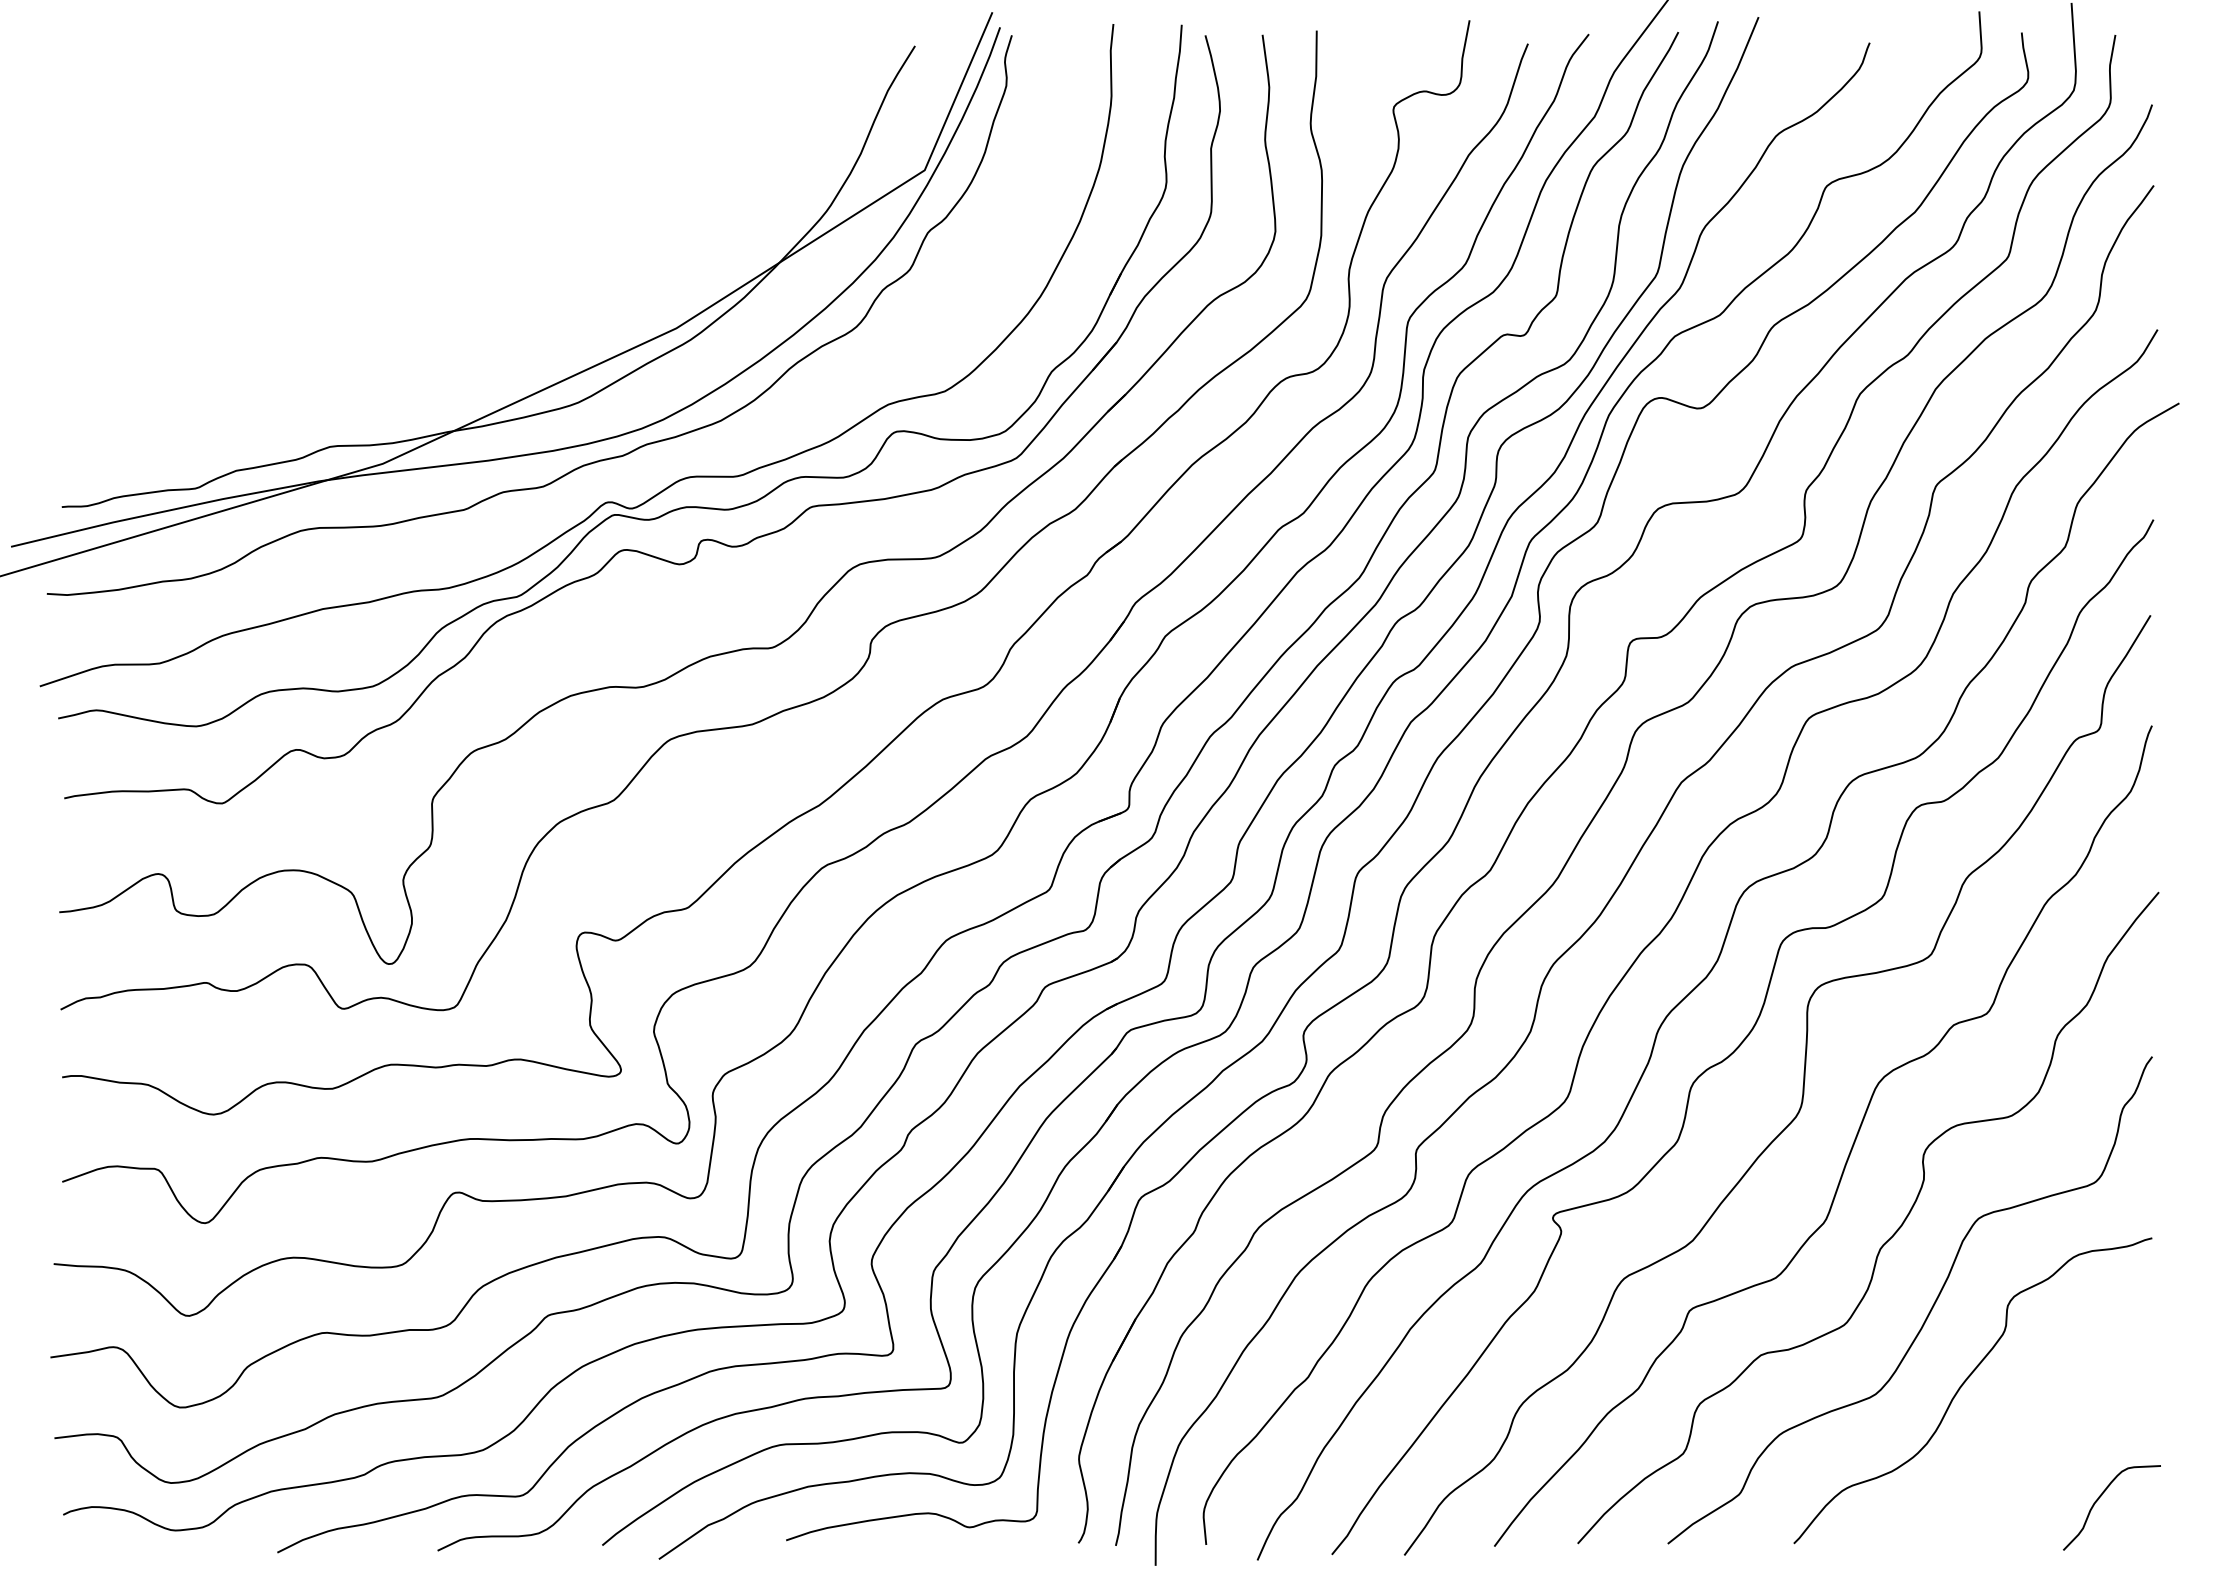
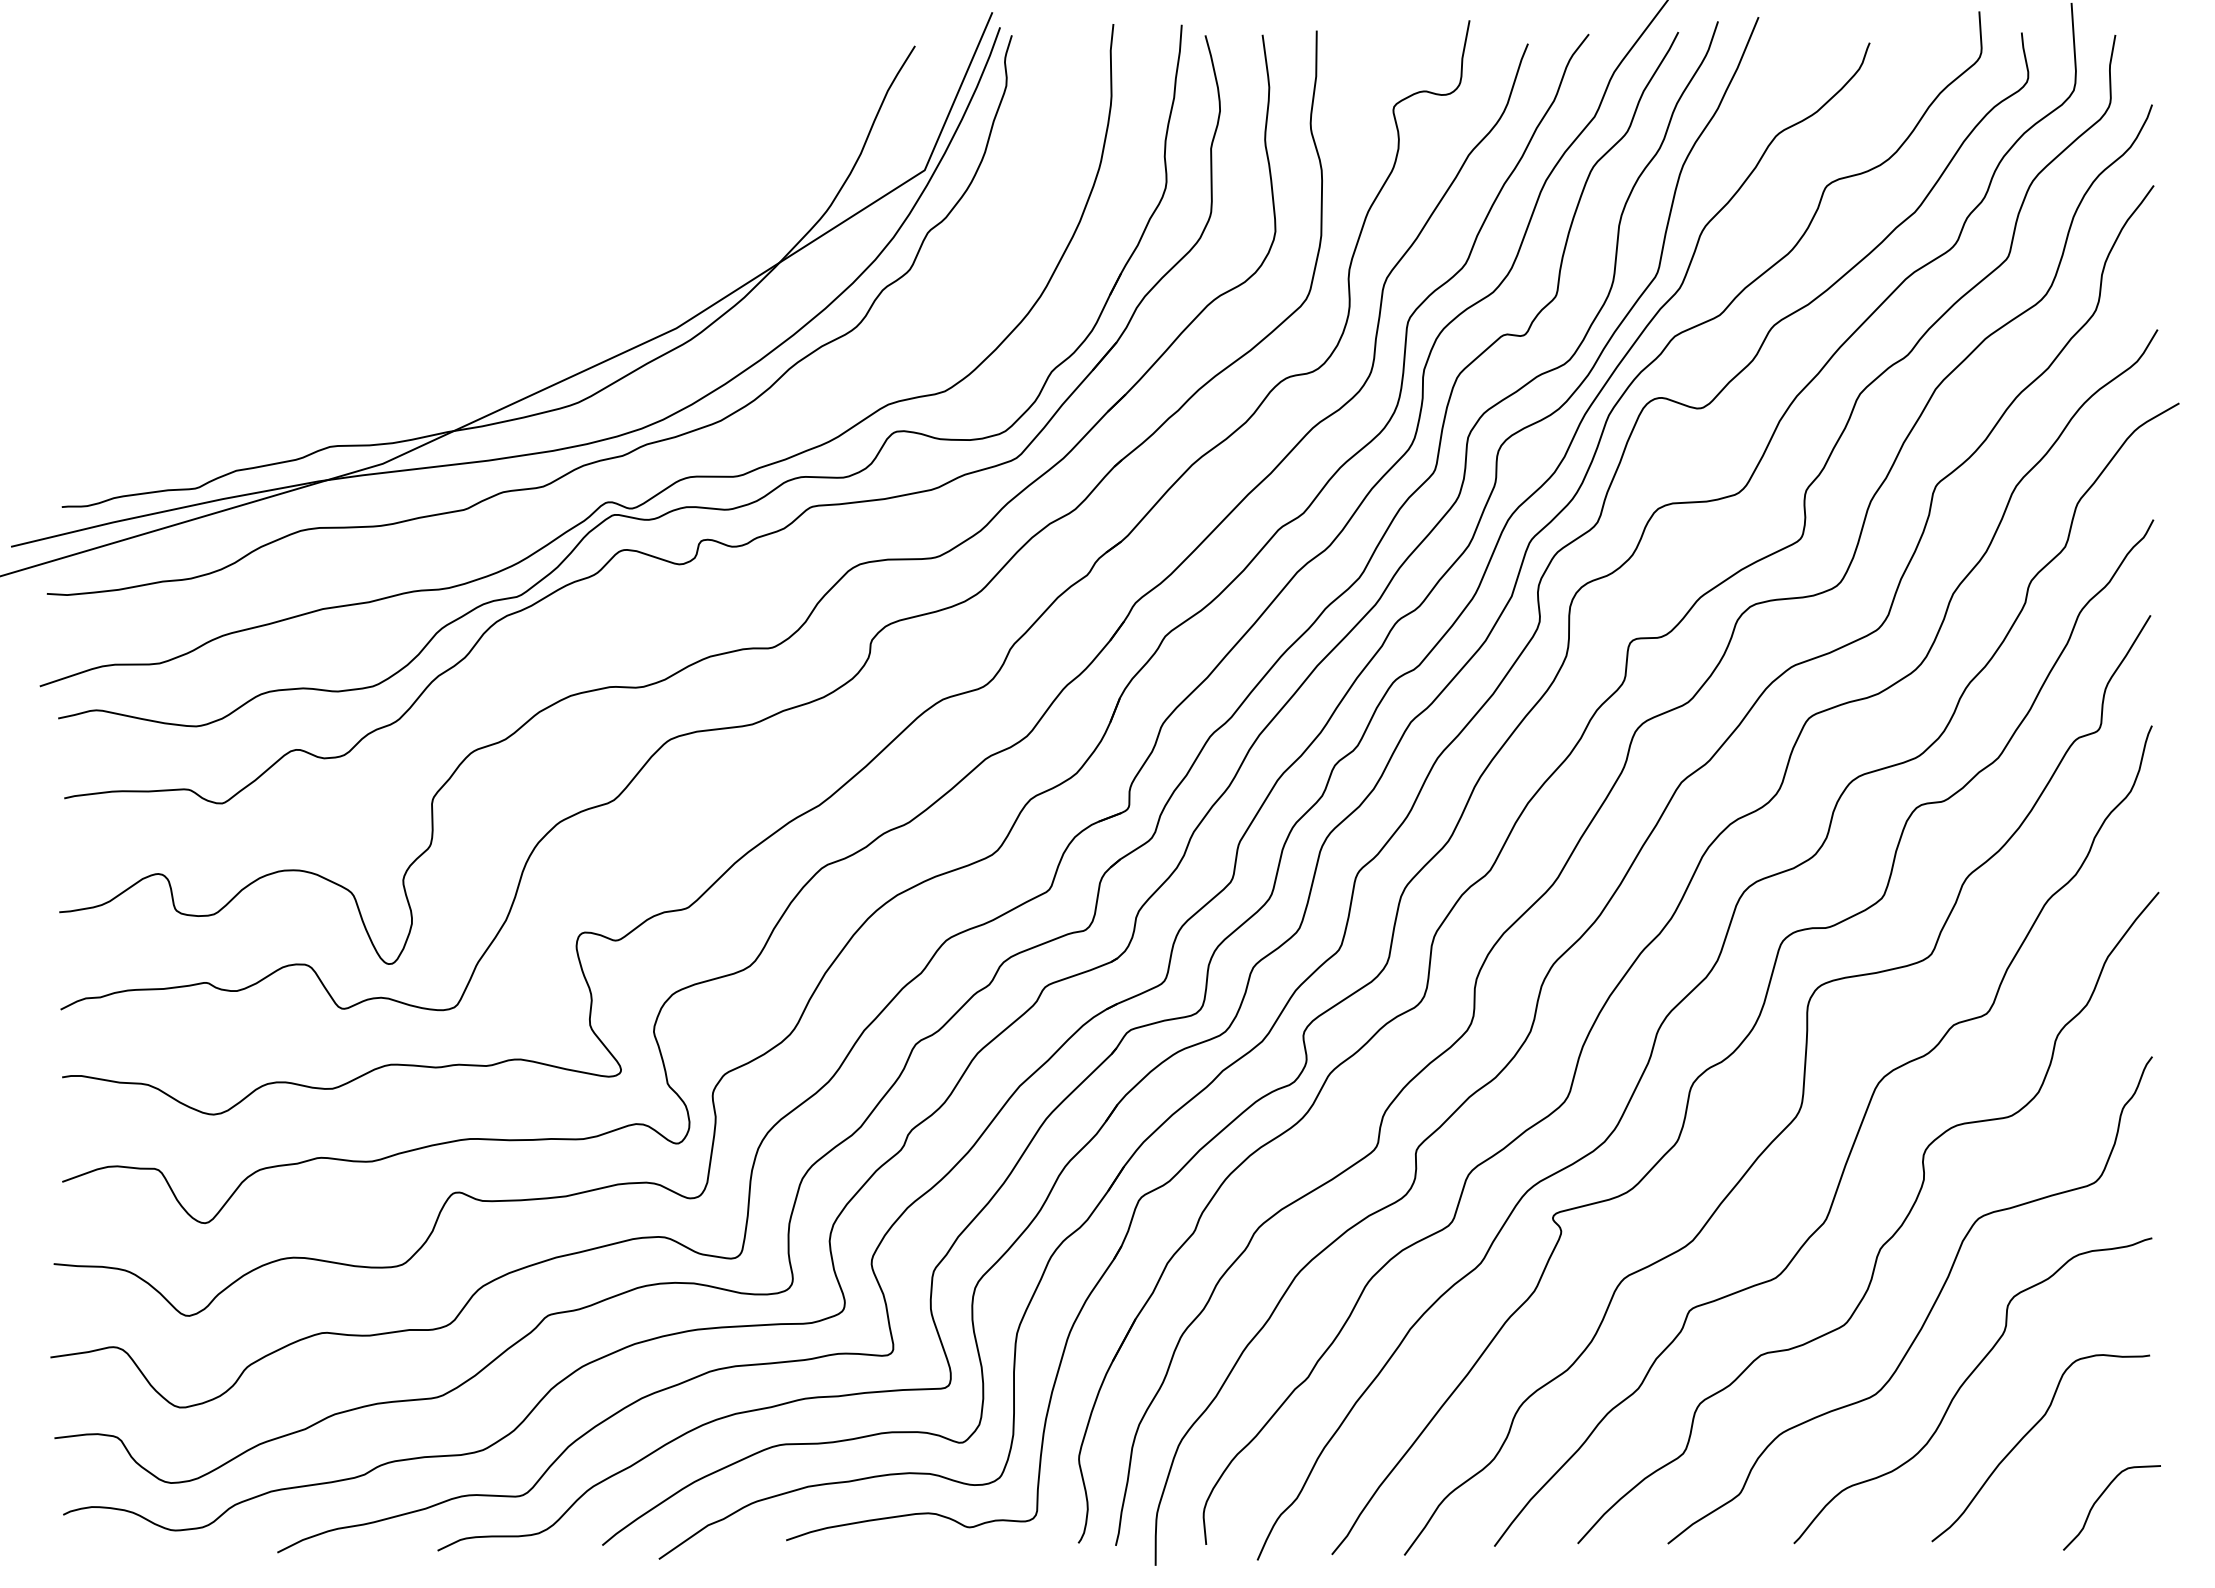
curve at (2027, 1434): none -> present
